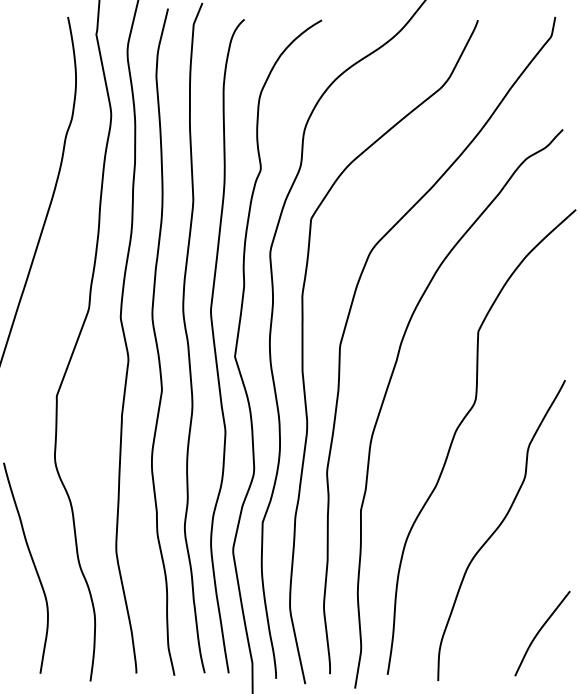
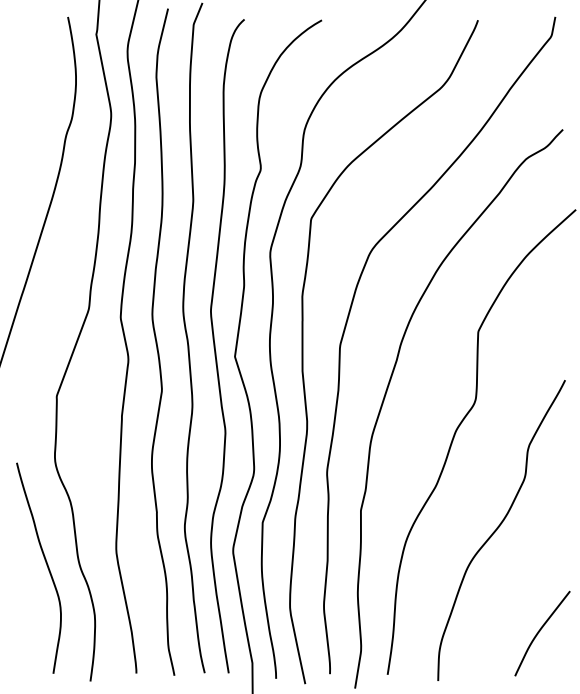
curve at (33, 565) position: (33, 565) -> (46, 565)
